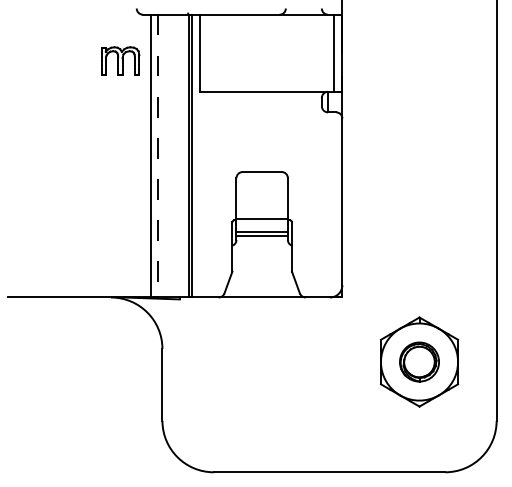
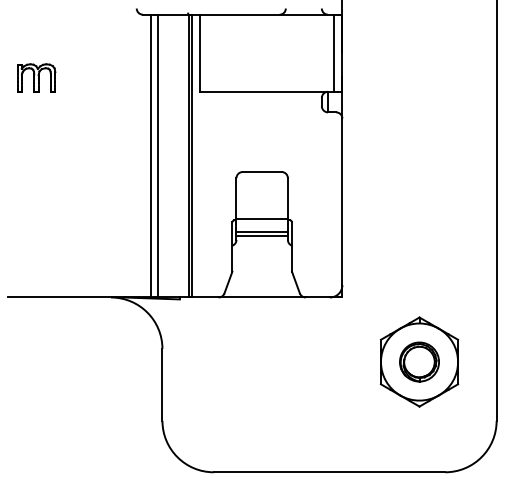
part at (120, 60) position: (120, 60) -> (36, 77)
line at (158, 156): dashed -> solid
